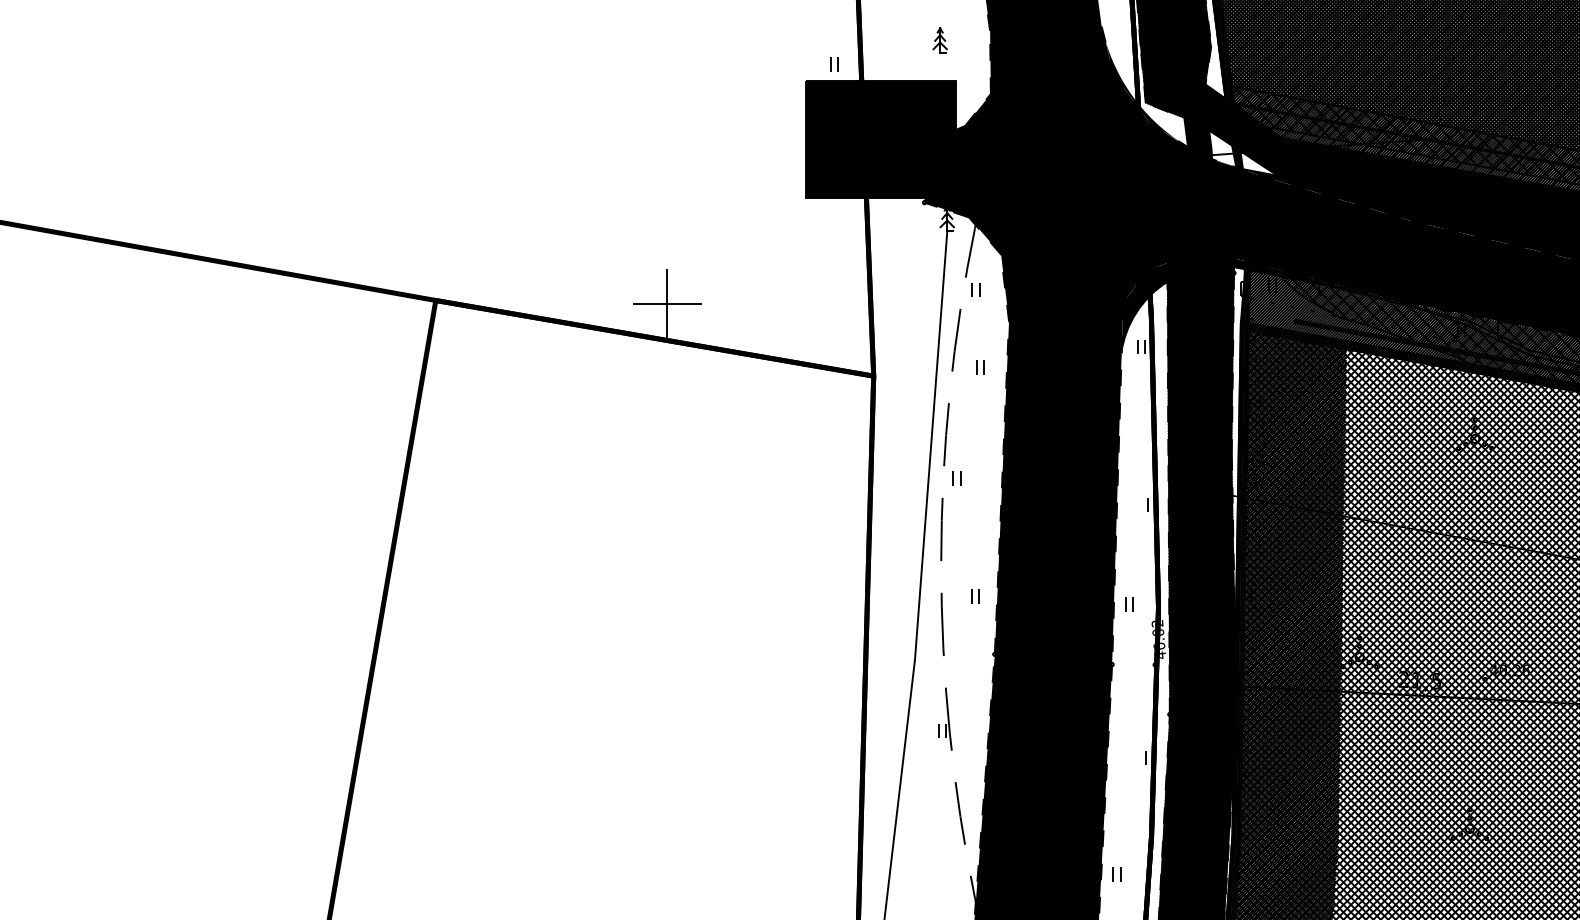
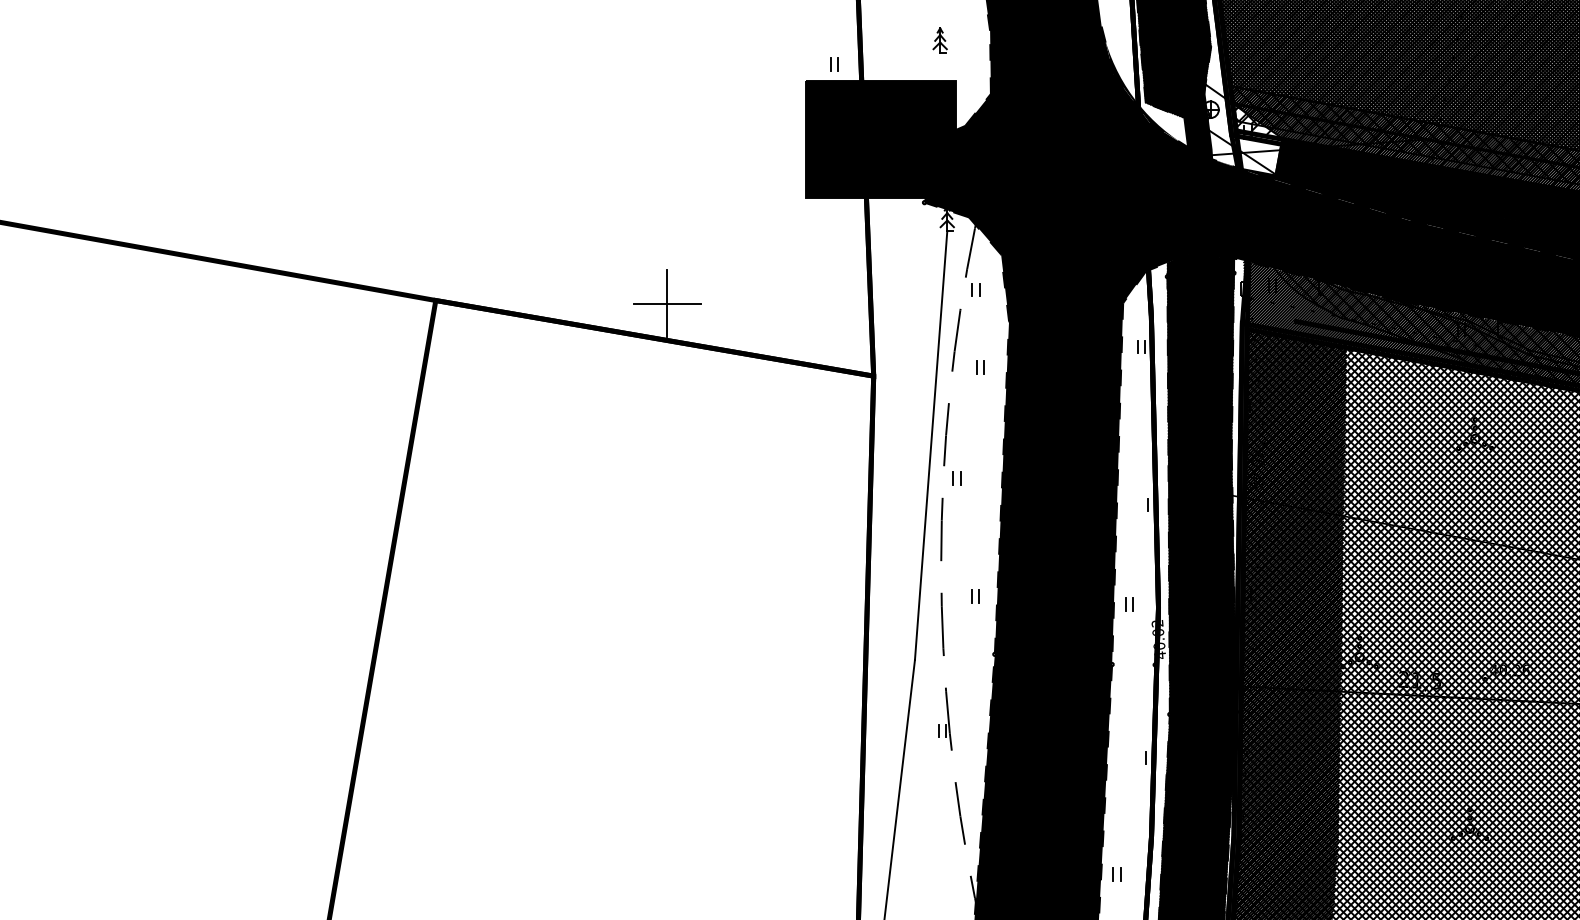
fill at (1240, 129): present -> none
fill at (1259, 309): present -> none
